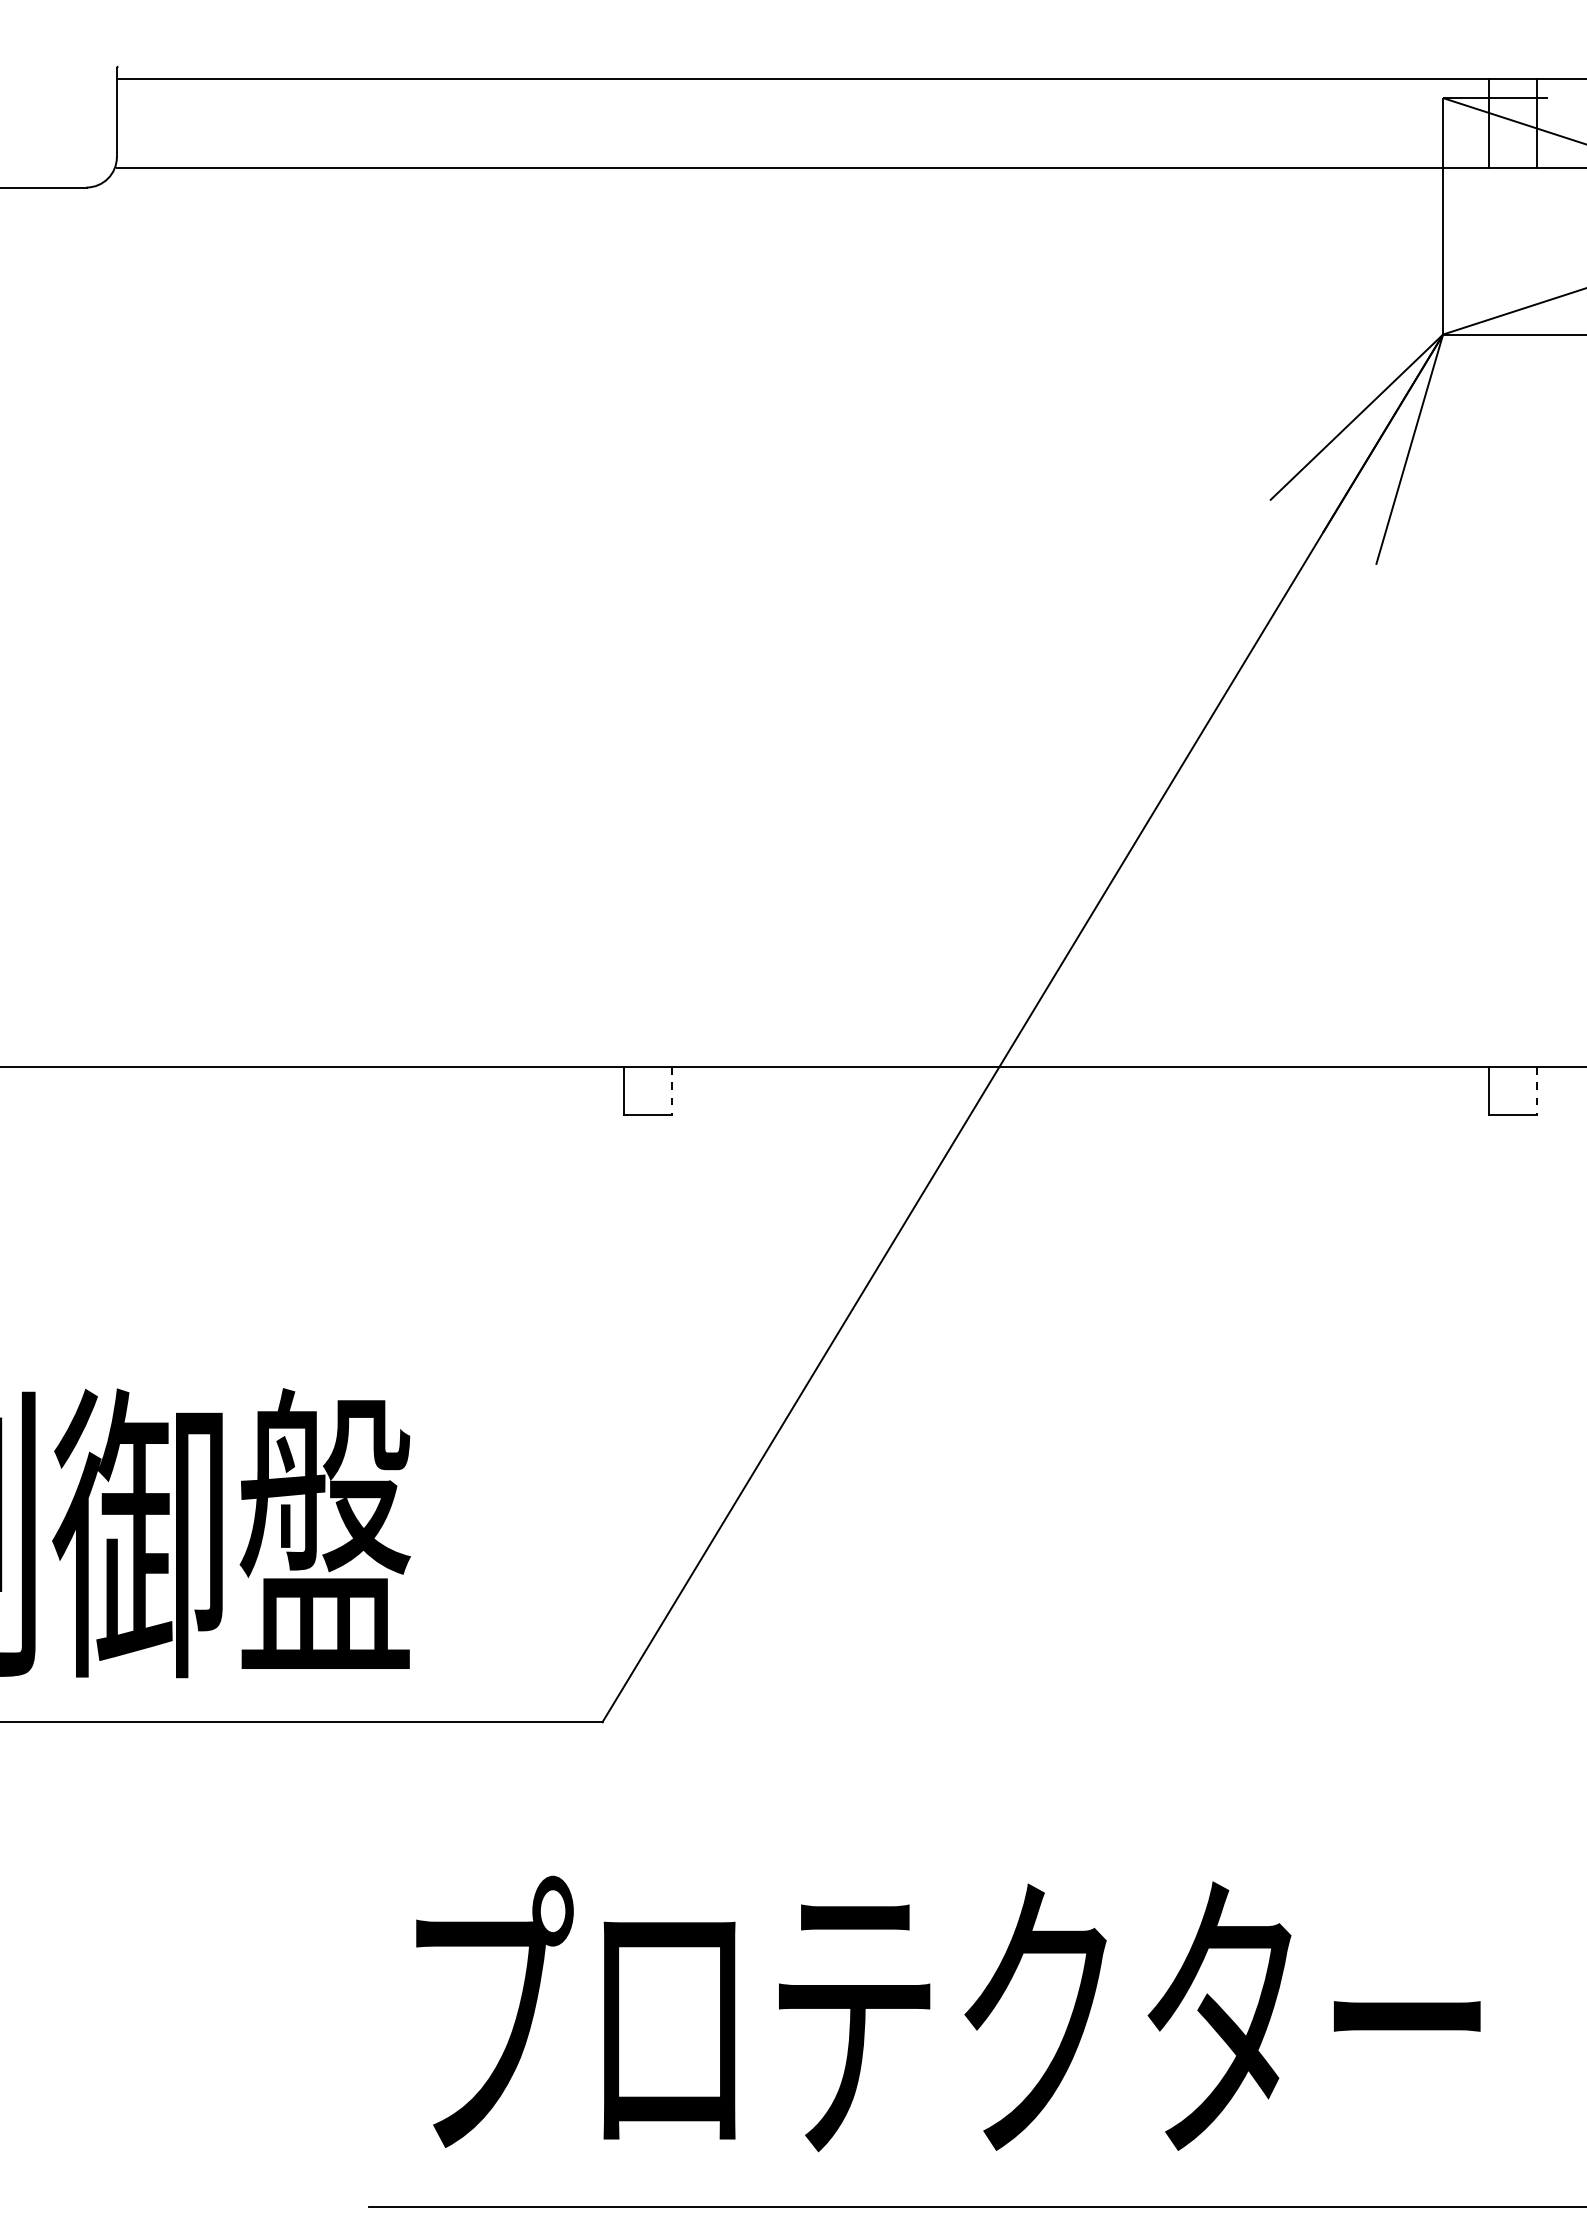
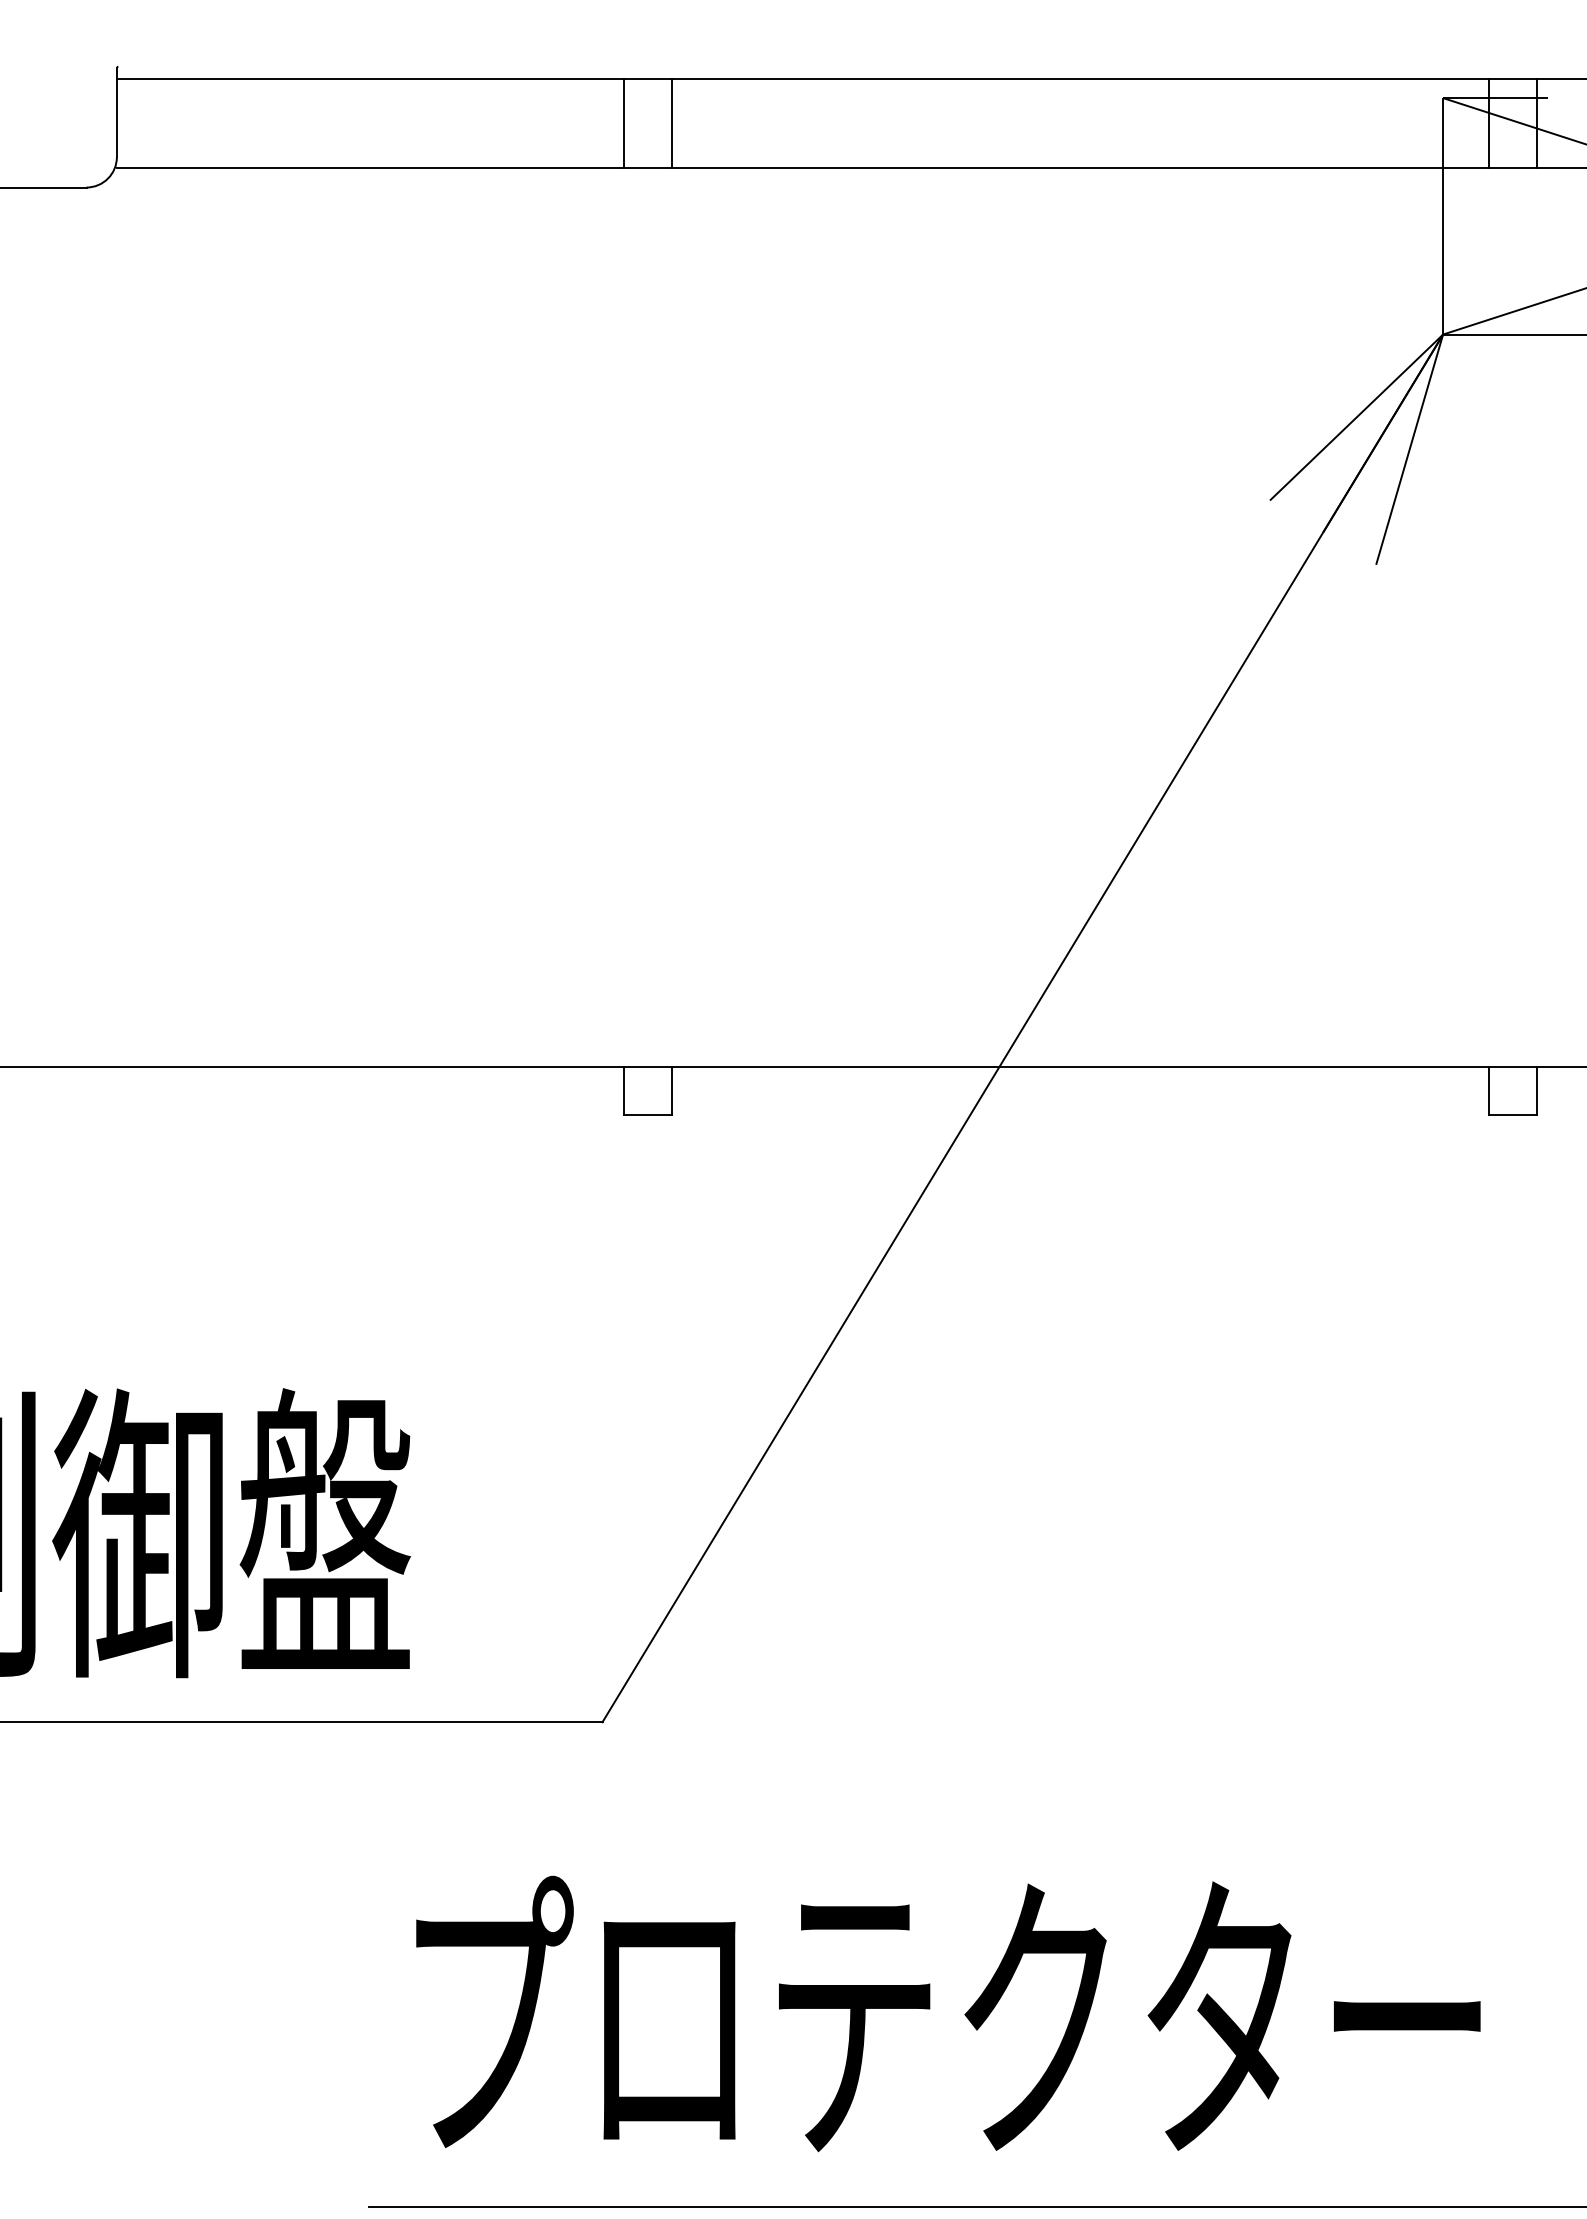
line at (623, 123): none -> present
line at (671, 123): none -> present
line at (671, 1091): dashed -> solid
line at (1536, 1091): dashed -> solid
